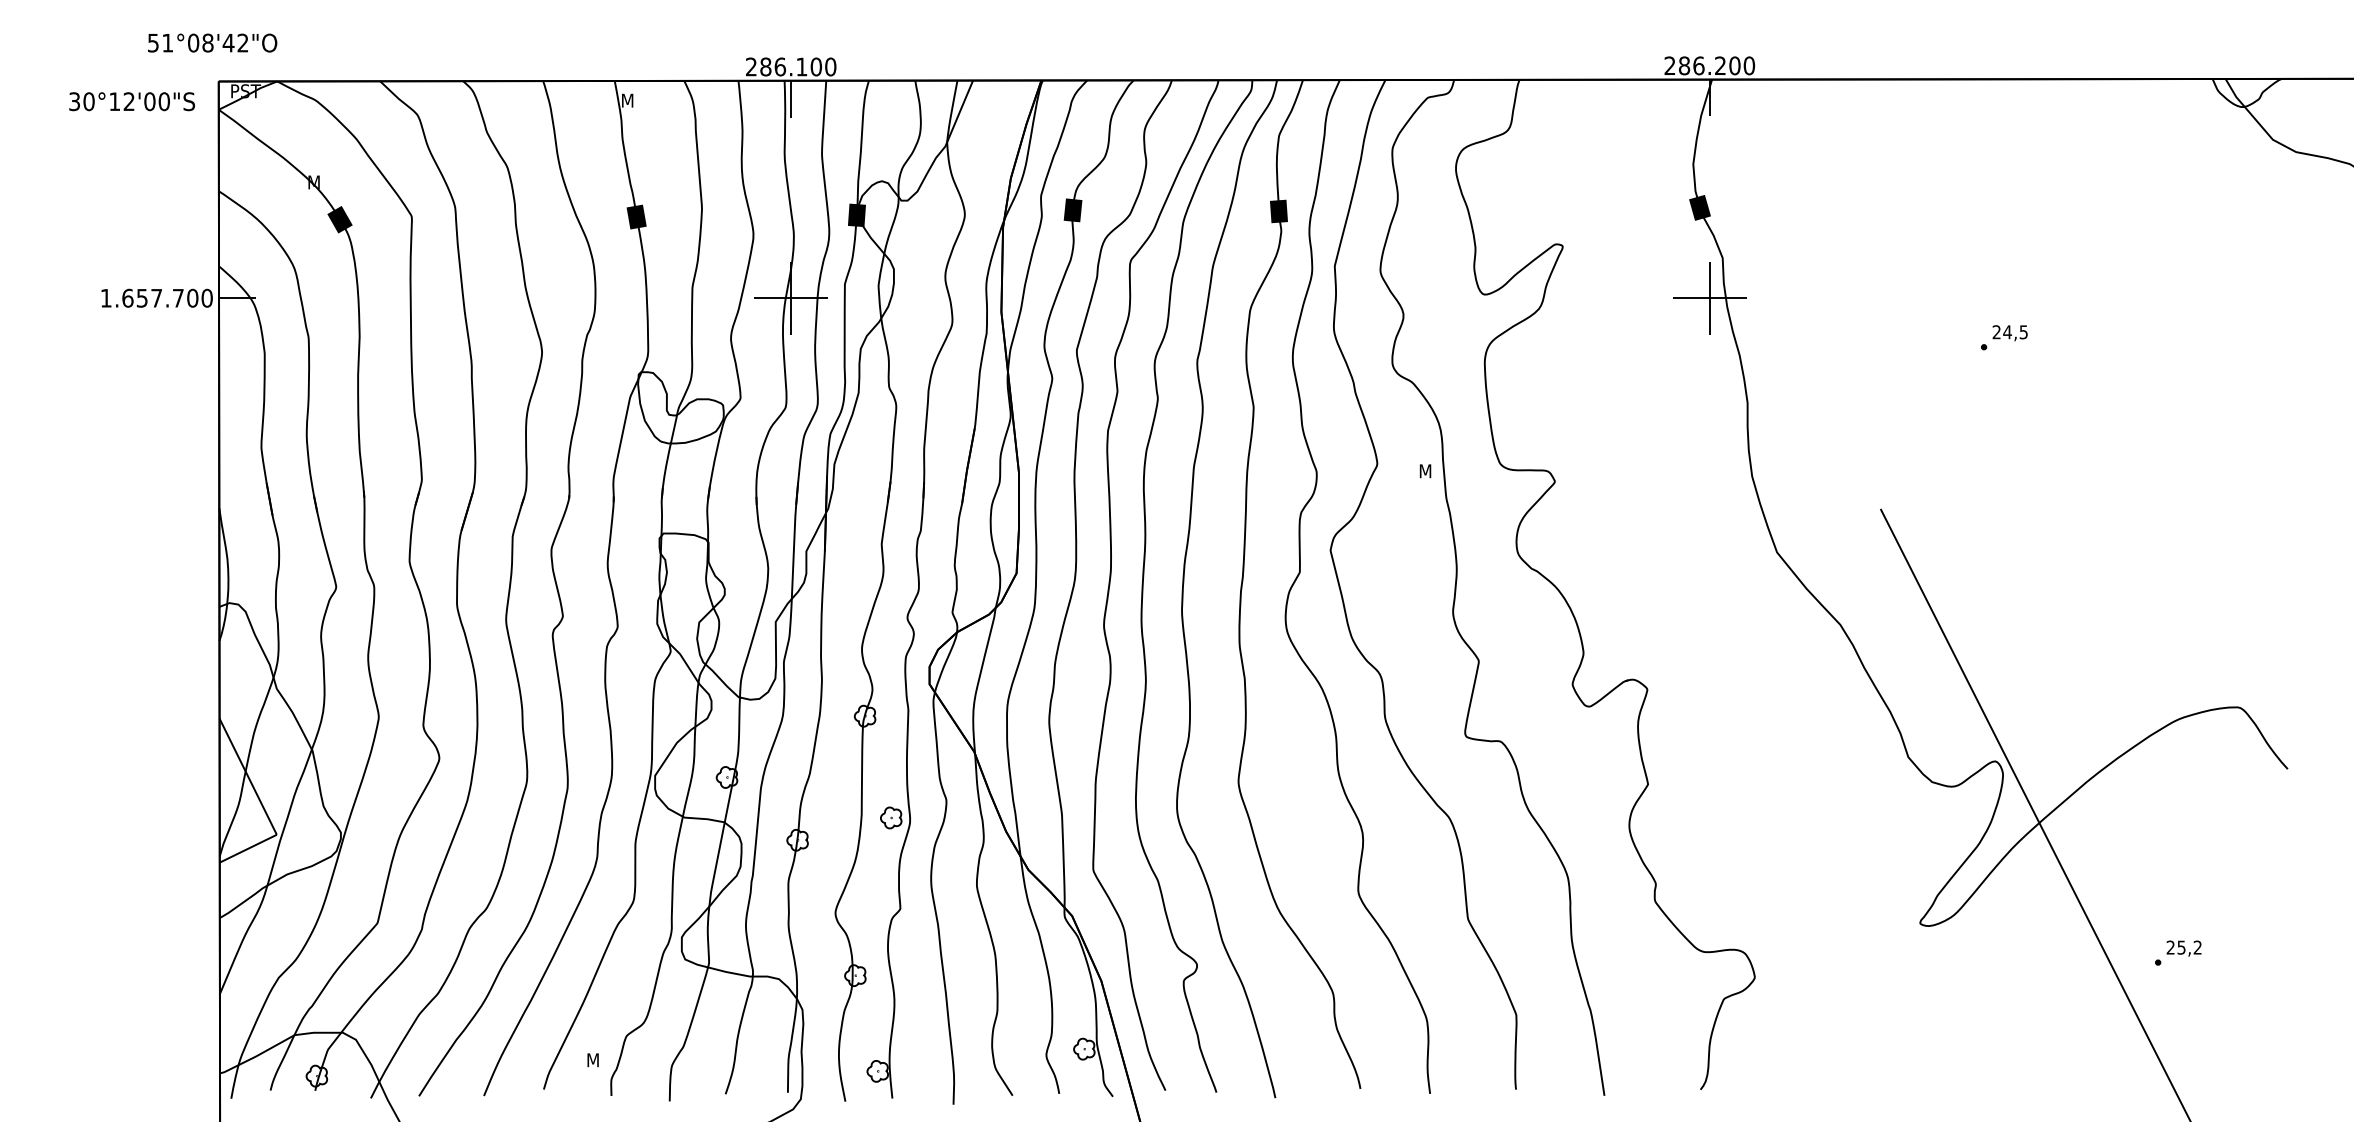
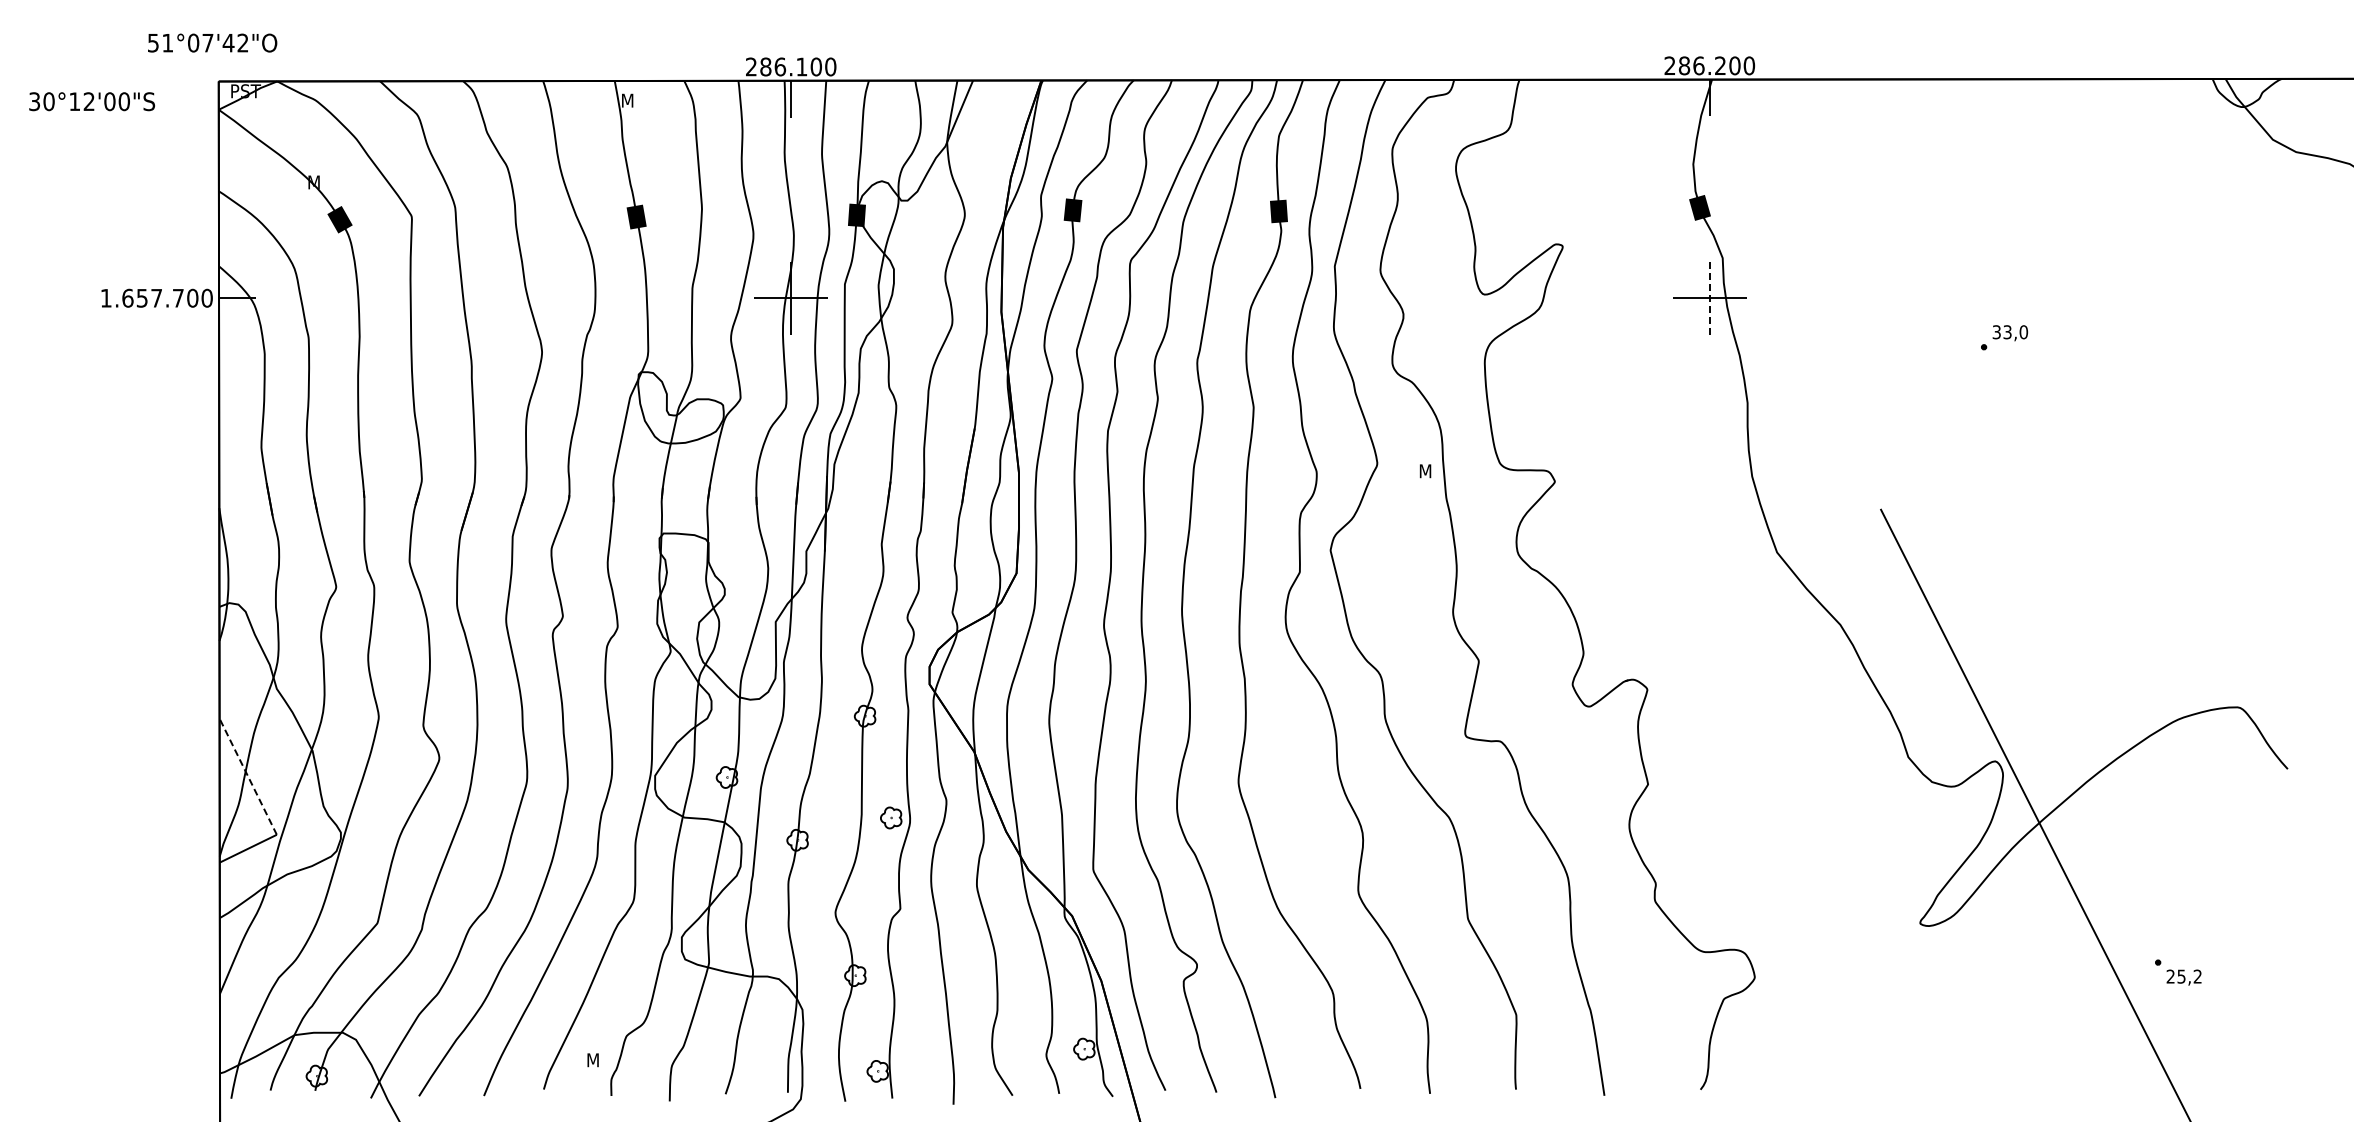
text at (207, 42): 51°08'42"O -> 51°07'42"O
text at (132, 101) position: (132, 101) -> (92, 101)
line at (1709, 298): solid -> dashed
text at (2010, 332): 24,5 -> 33,0
line at (248, 776): solid -> dashed
text at (2183, 948) position: (2183, 948) -> (2183, 977)
